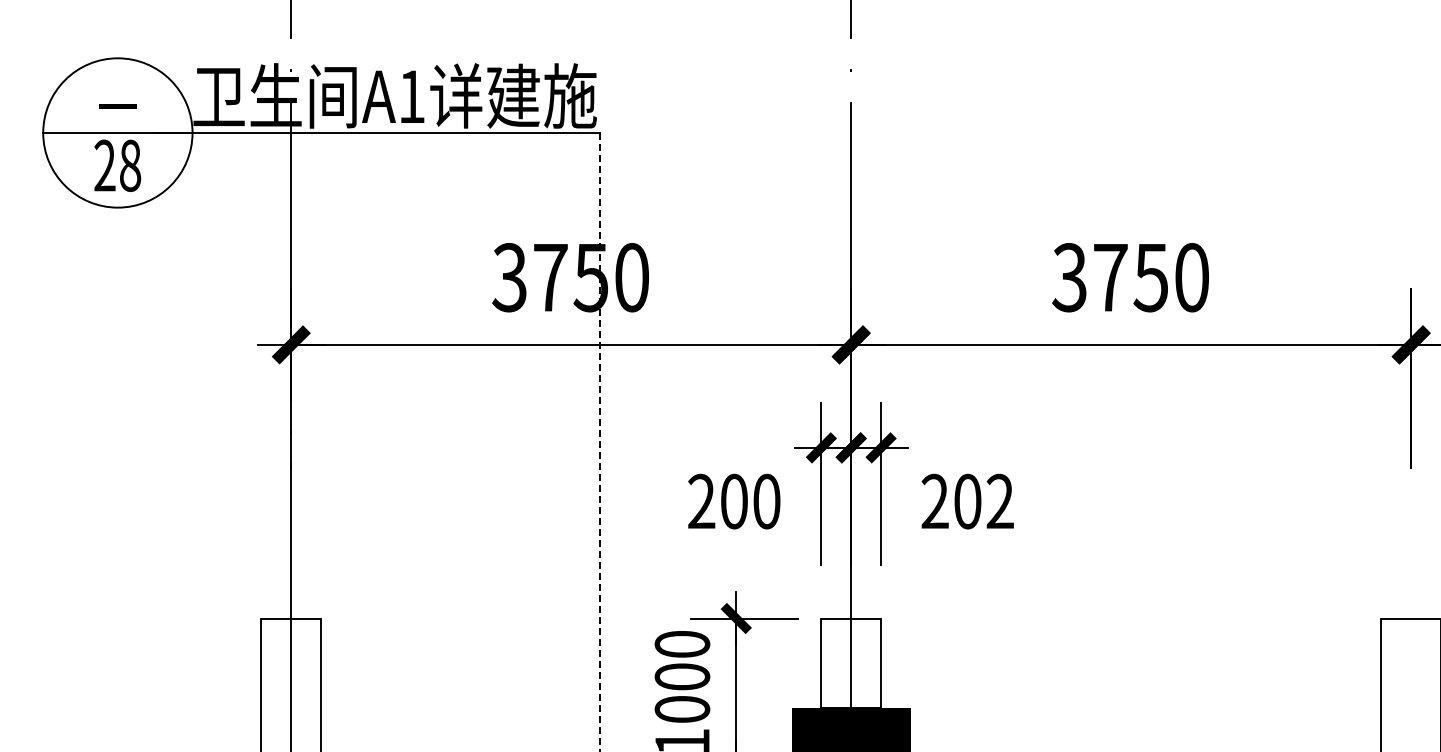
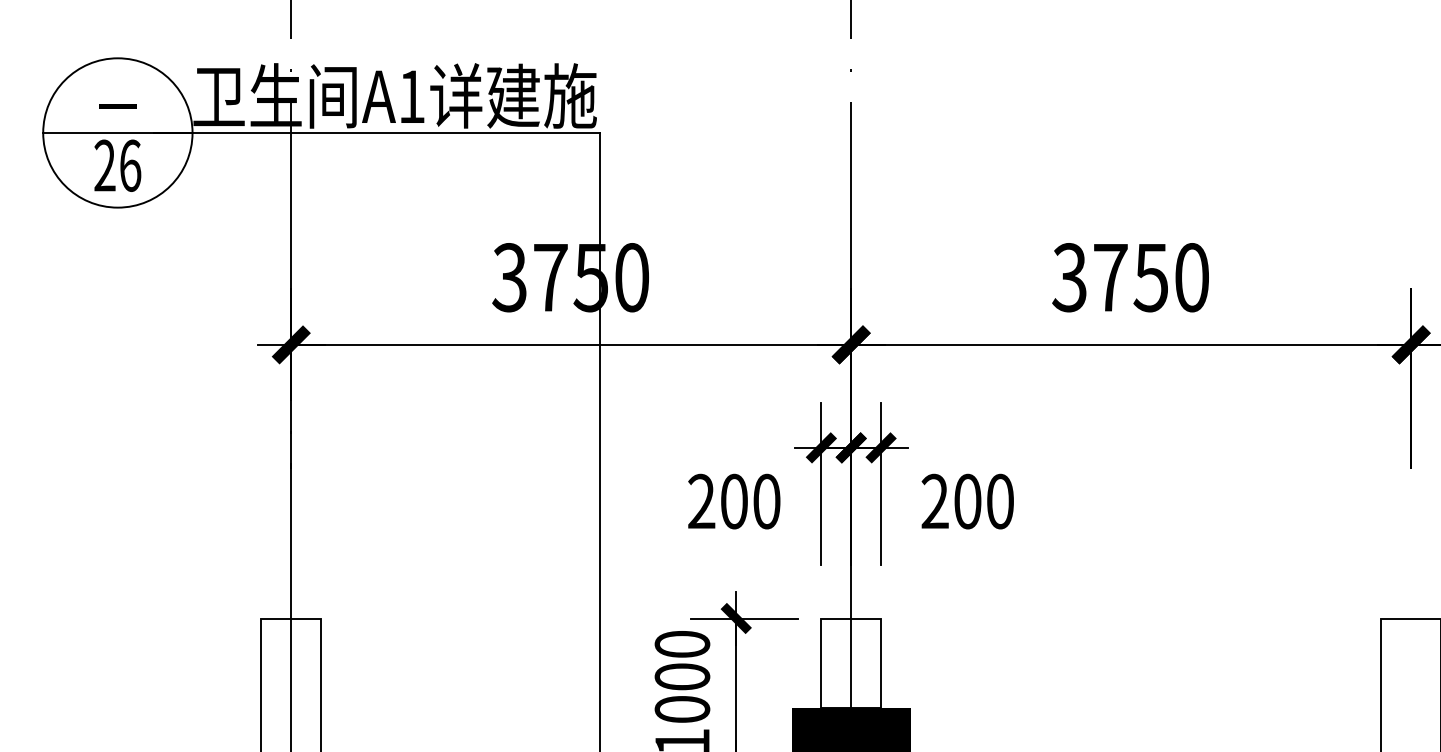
text at (130, 165): 28 -> 26
line at (599, 442): dashed -> solid
text at (999, 501): 202 -> 200
